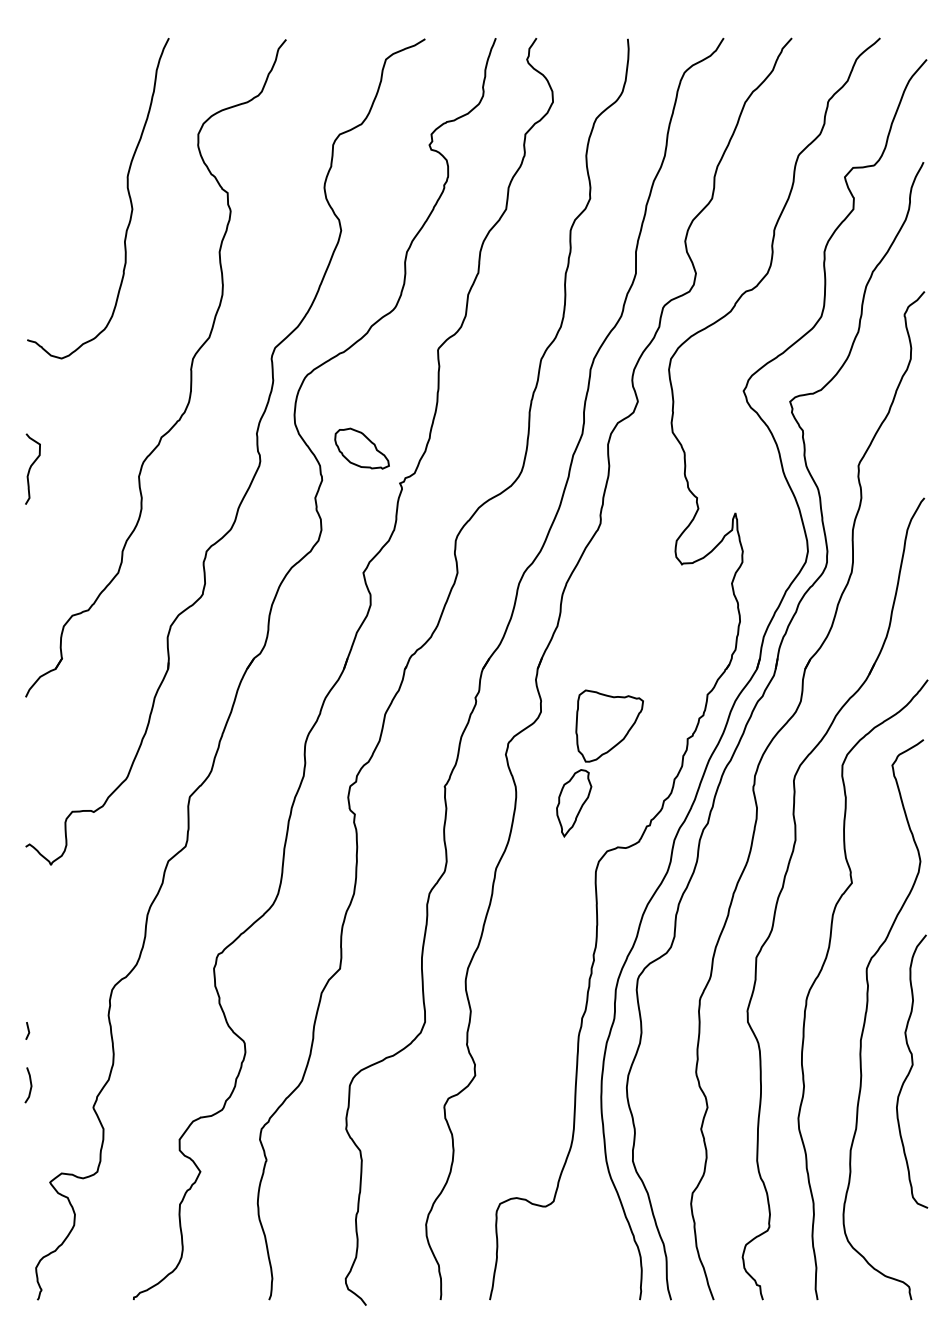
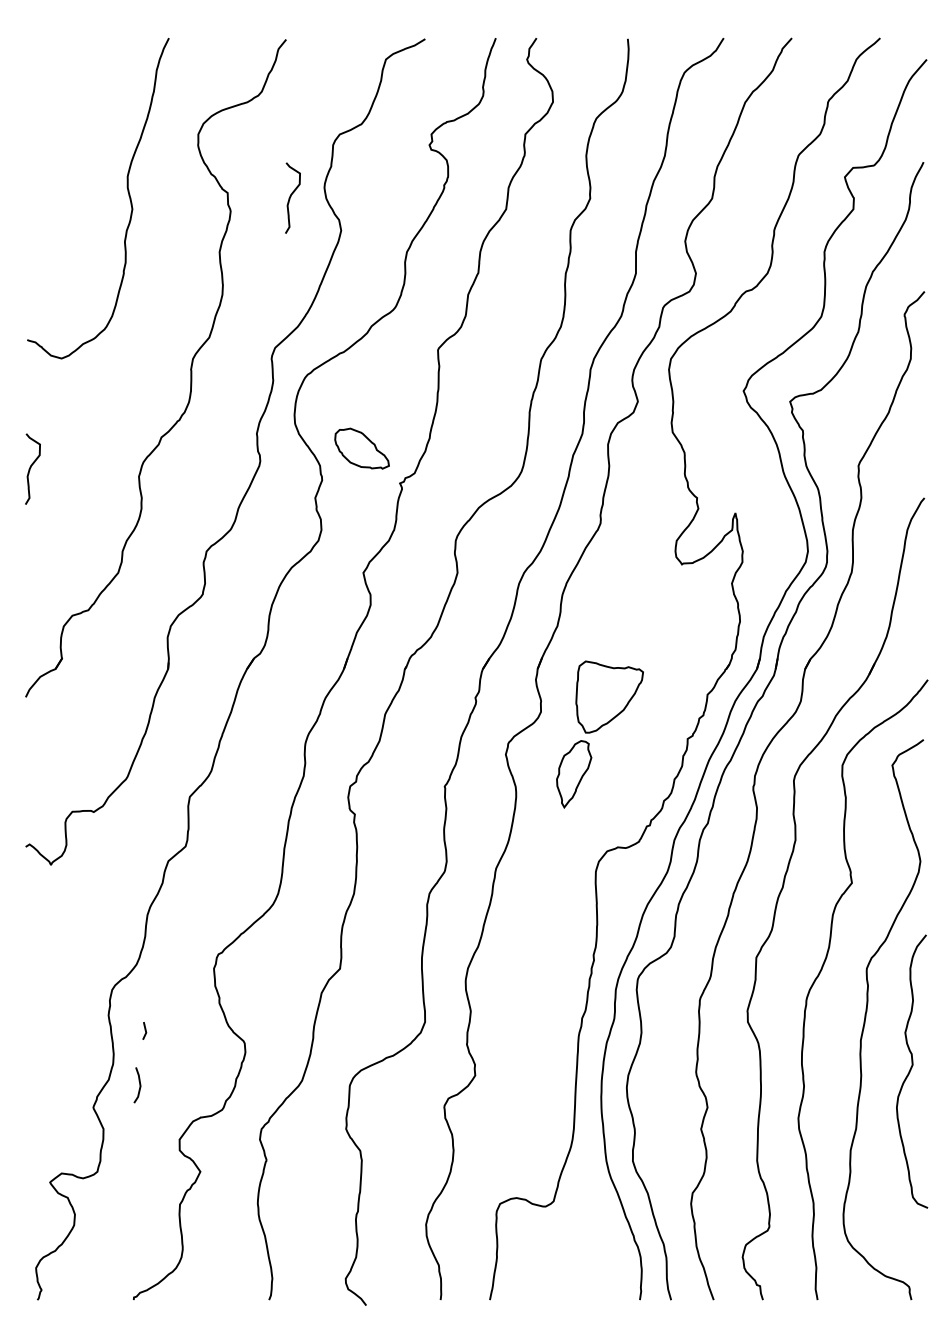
curve at (291, 196): none -> present
part at (599, 763) position: (599, 763) -> (599, 734)
line at (27, 1030) position: (27, 1030) -> (144, 1030)
line at (30, 1085) position: (30, 1085) -> (139, 1085)
